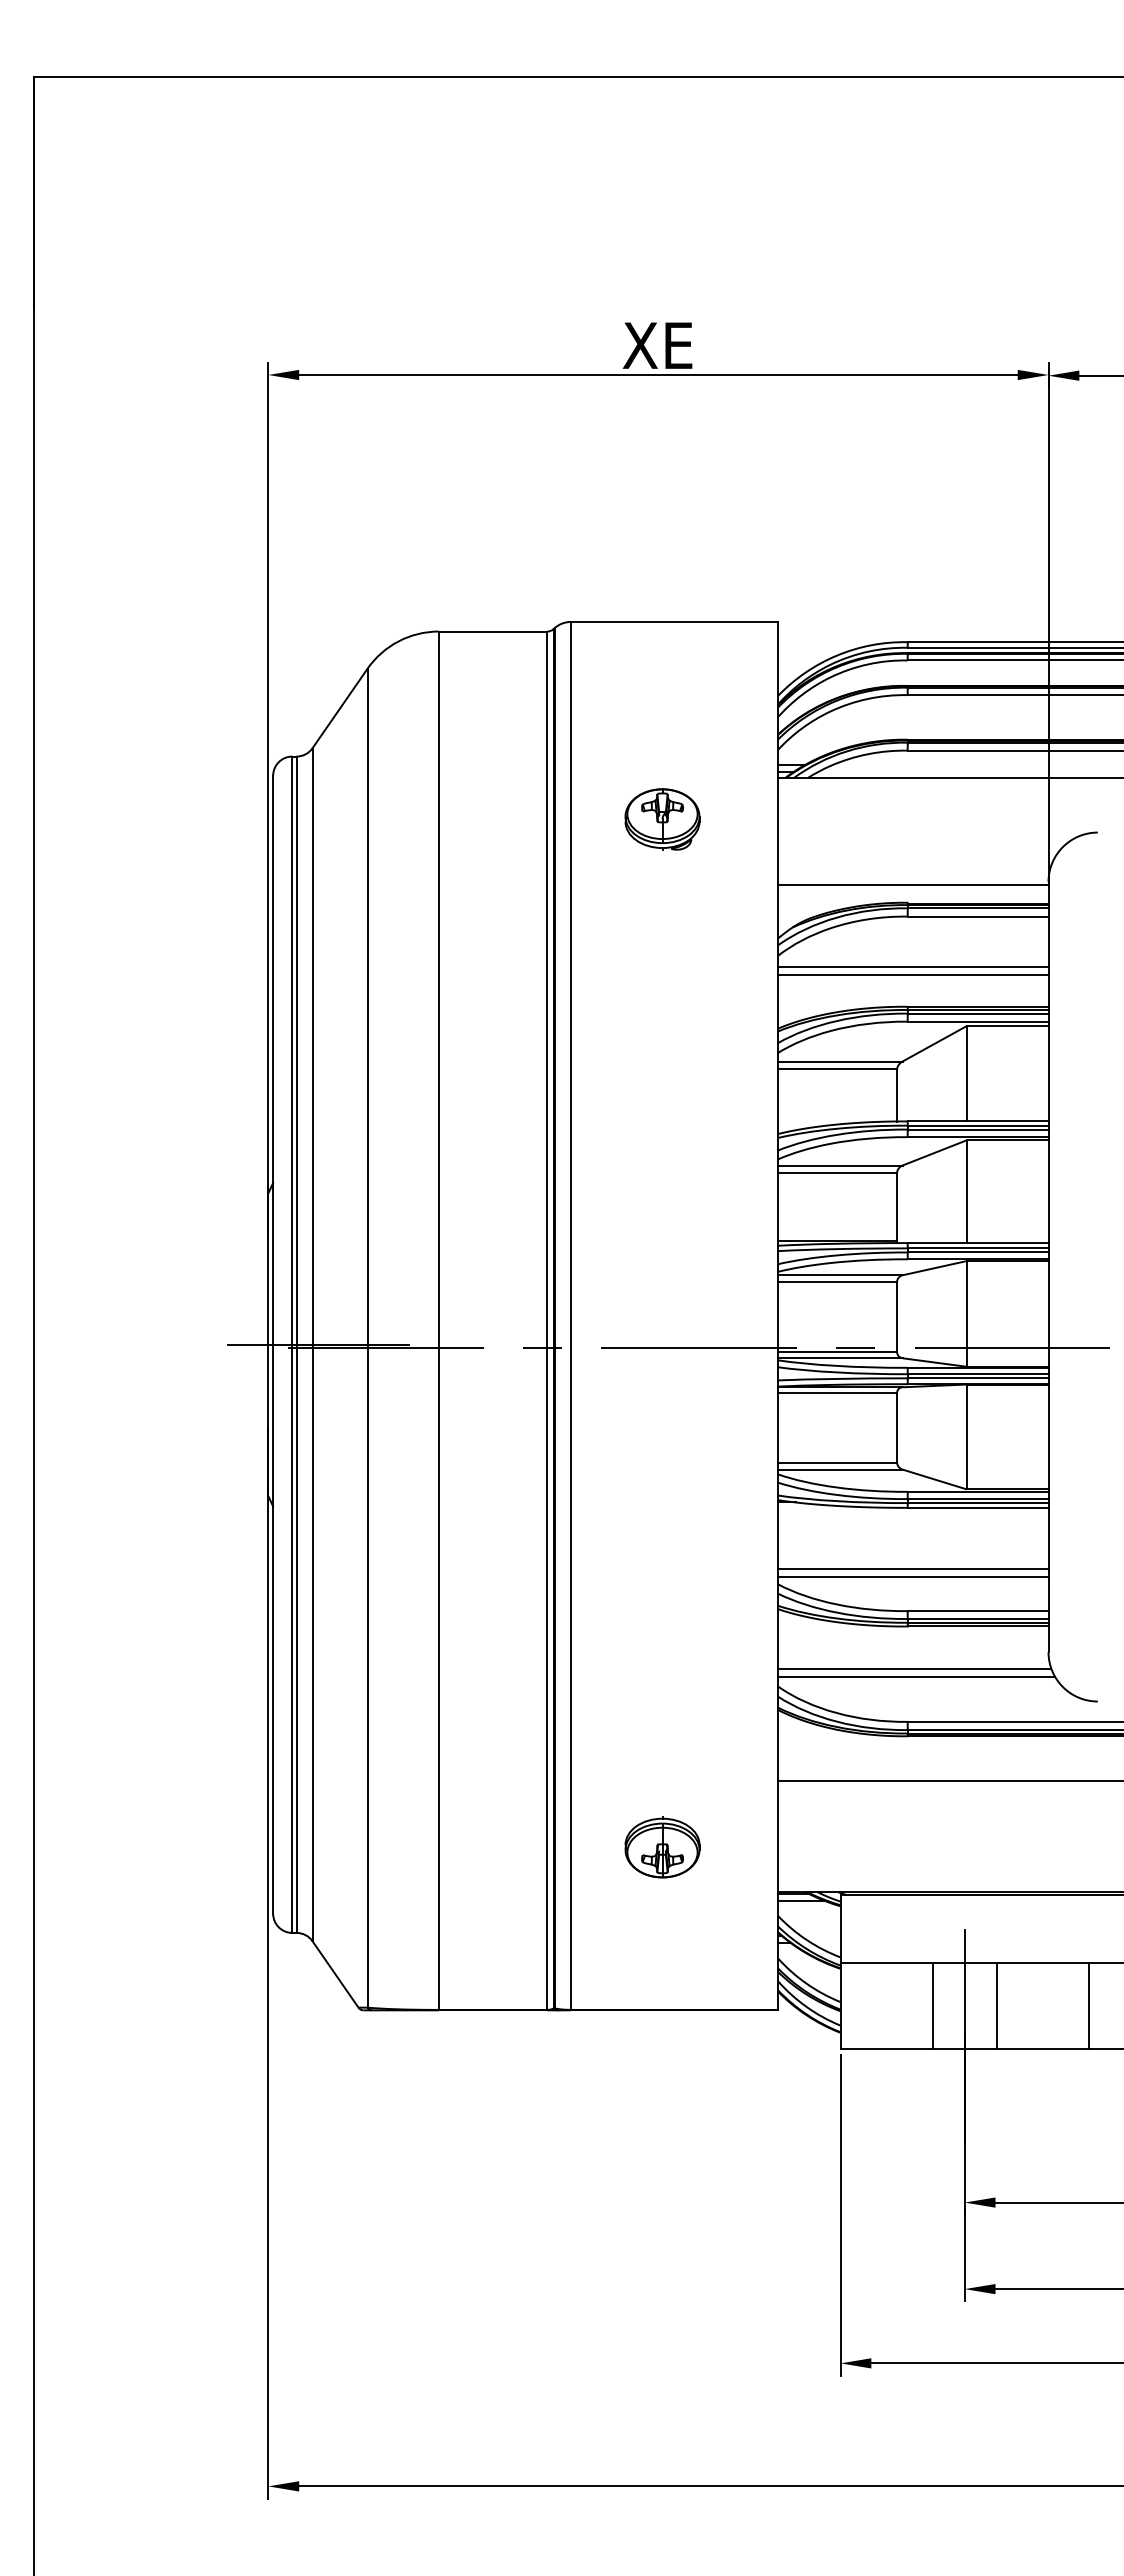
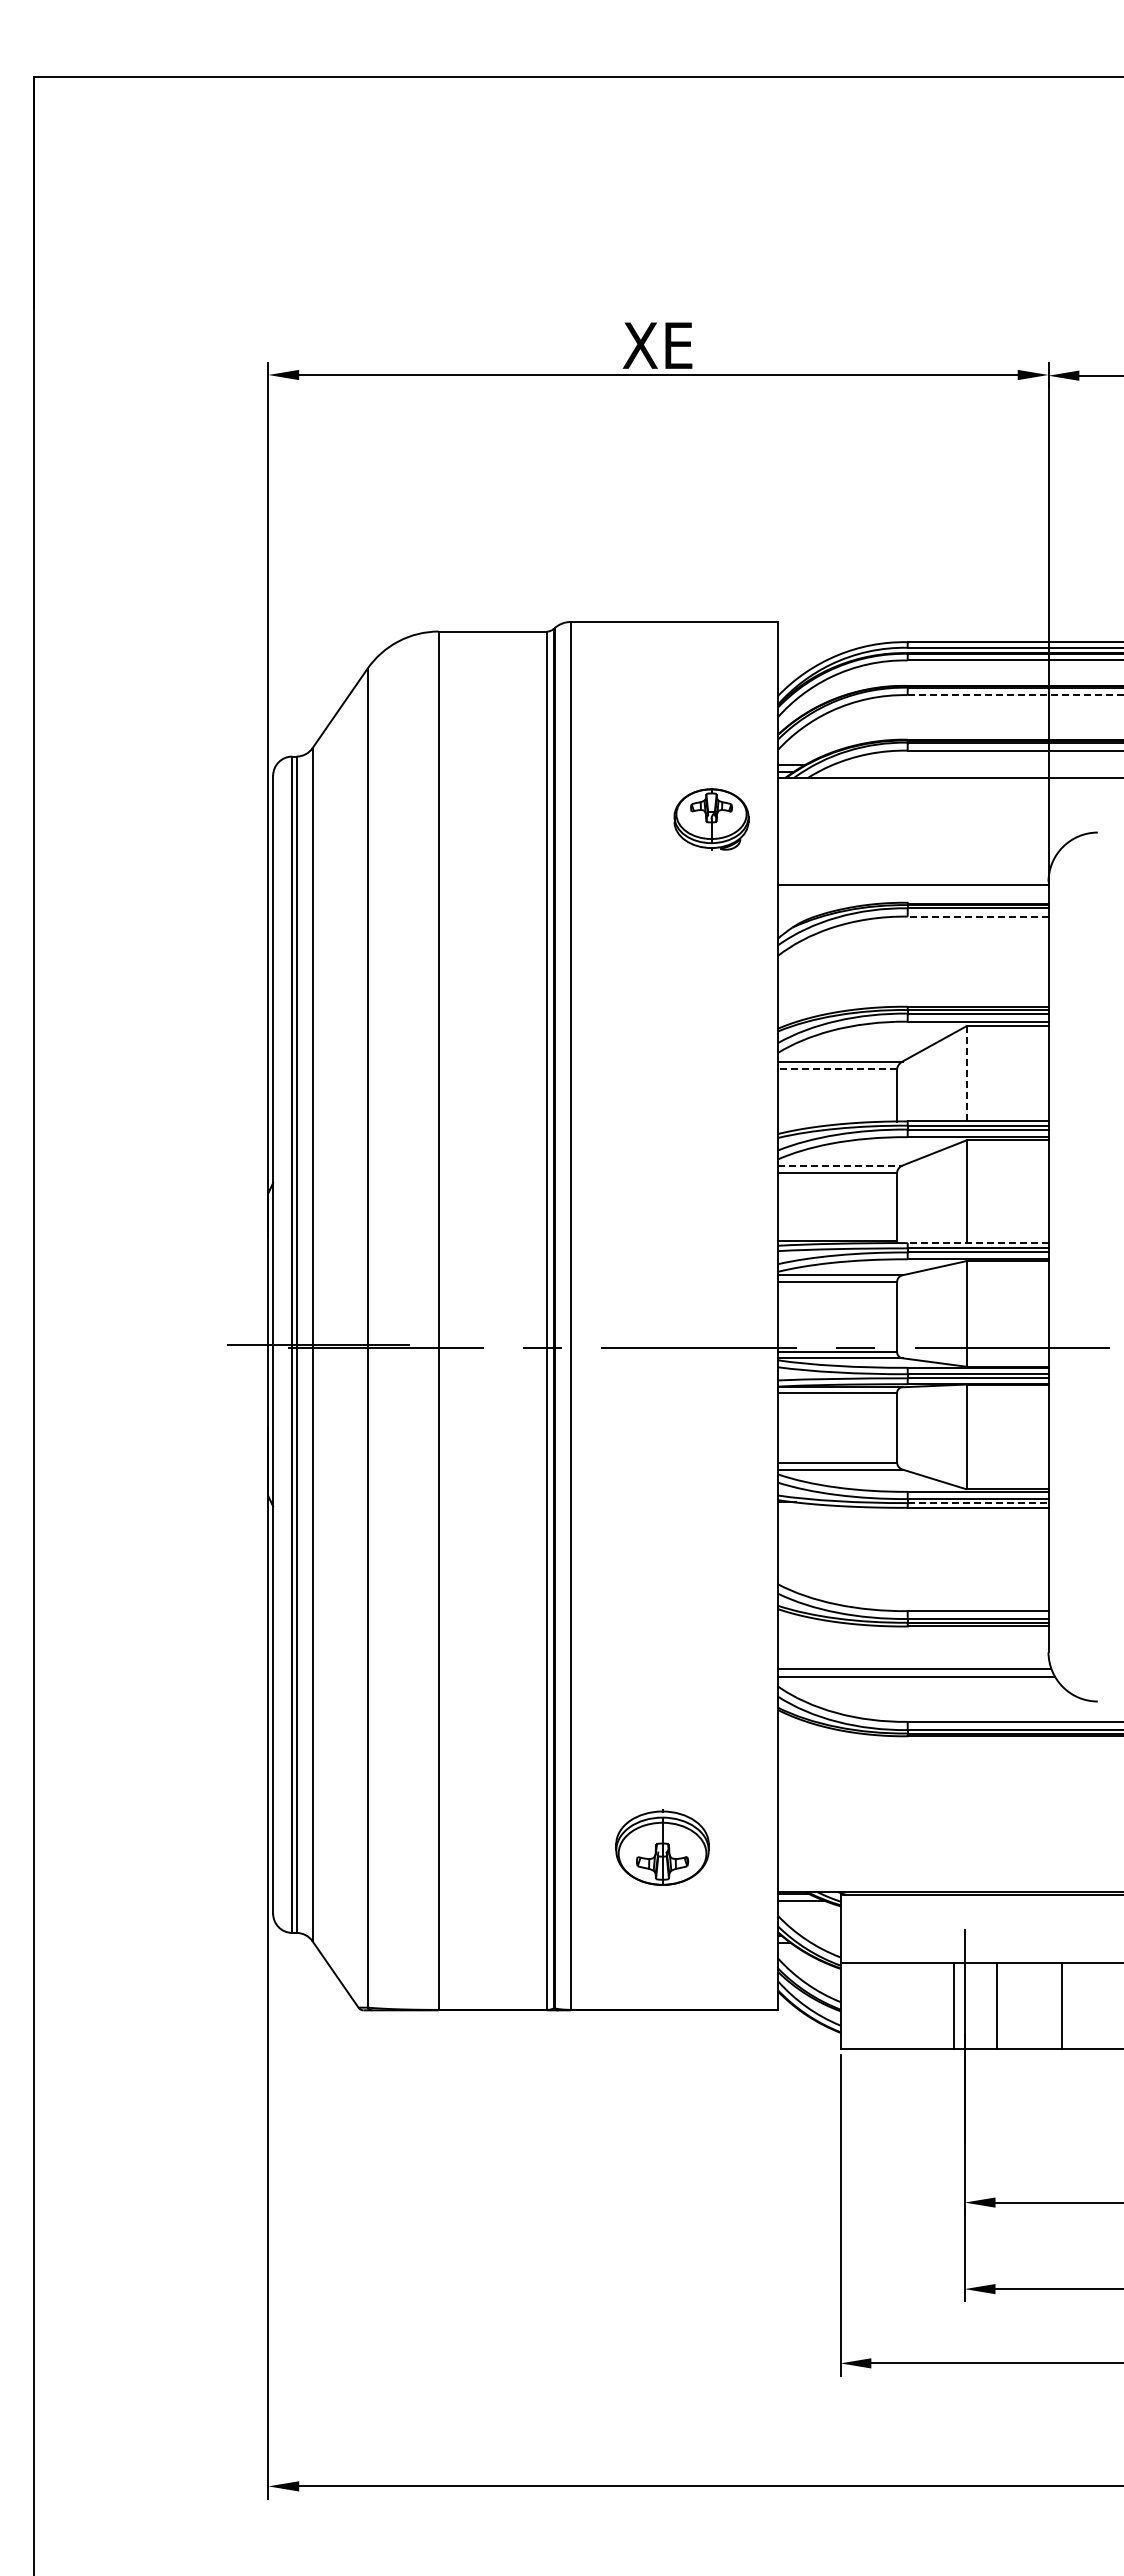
line at (1015, 695): solid -> dashed
part at (662, 819) position: (662, 819) -> (711, 819)
line at (977, 916): solid -> dashed
line at (912, 966): present -> none
line at (912, 974): present -> none
line at (837, 1069): solid -> dashed
line at (966, 1073): solid -> dashed
line at (840, 1165): solid -> dashed
line at (977, 1243): solid -> dashed
line at (978, 1503): solid -> dashed
line at (912, 1569): present -> none
line at (912, 1576): present -> none
line at (948, 1780): present -> none
part at (662, 1847) size: 77x63 px -> 95x77 px
line at (932, 2005) position: (932, 2005) -> (953, 2005)
line at (1089, 2005) position: (1089, 2005) -> (1062, 2005)
